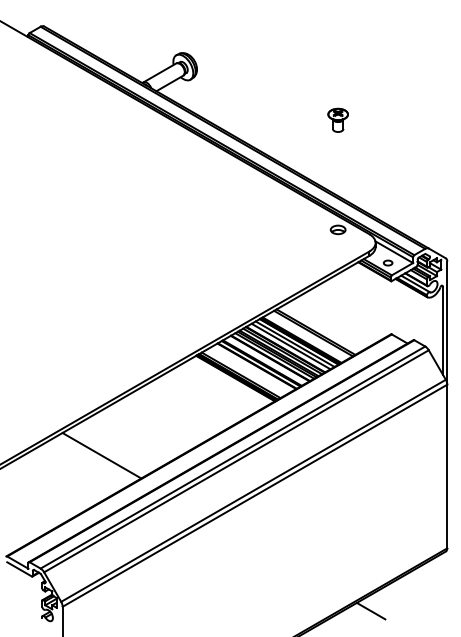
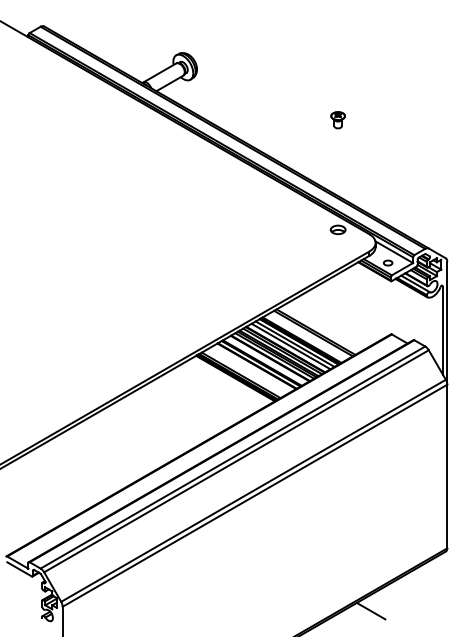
part at (337, 119) size: 22x26 px -> 16x19 px
line at (101, 455): present -> none
